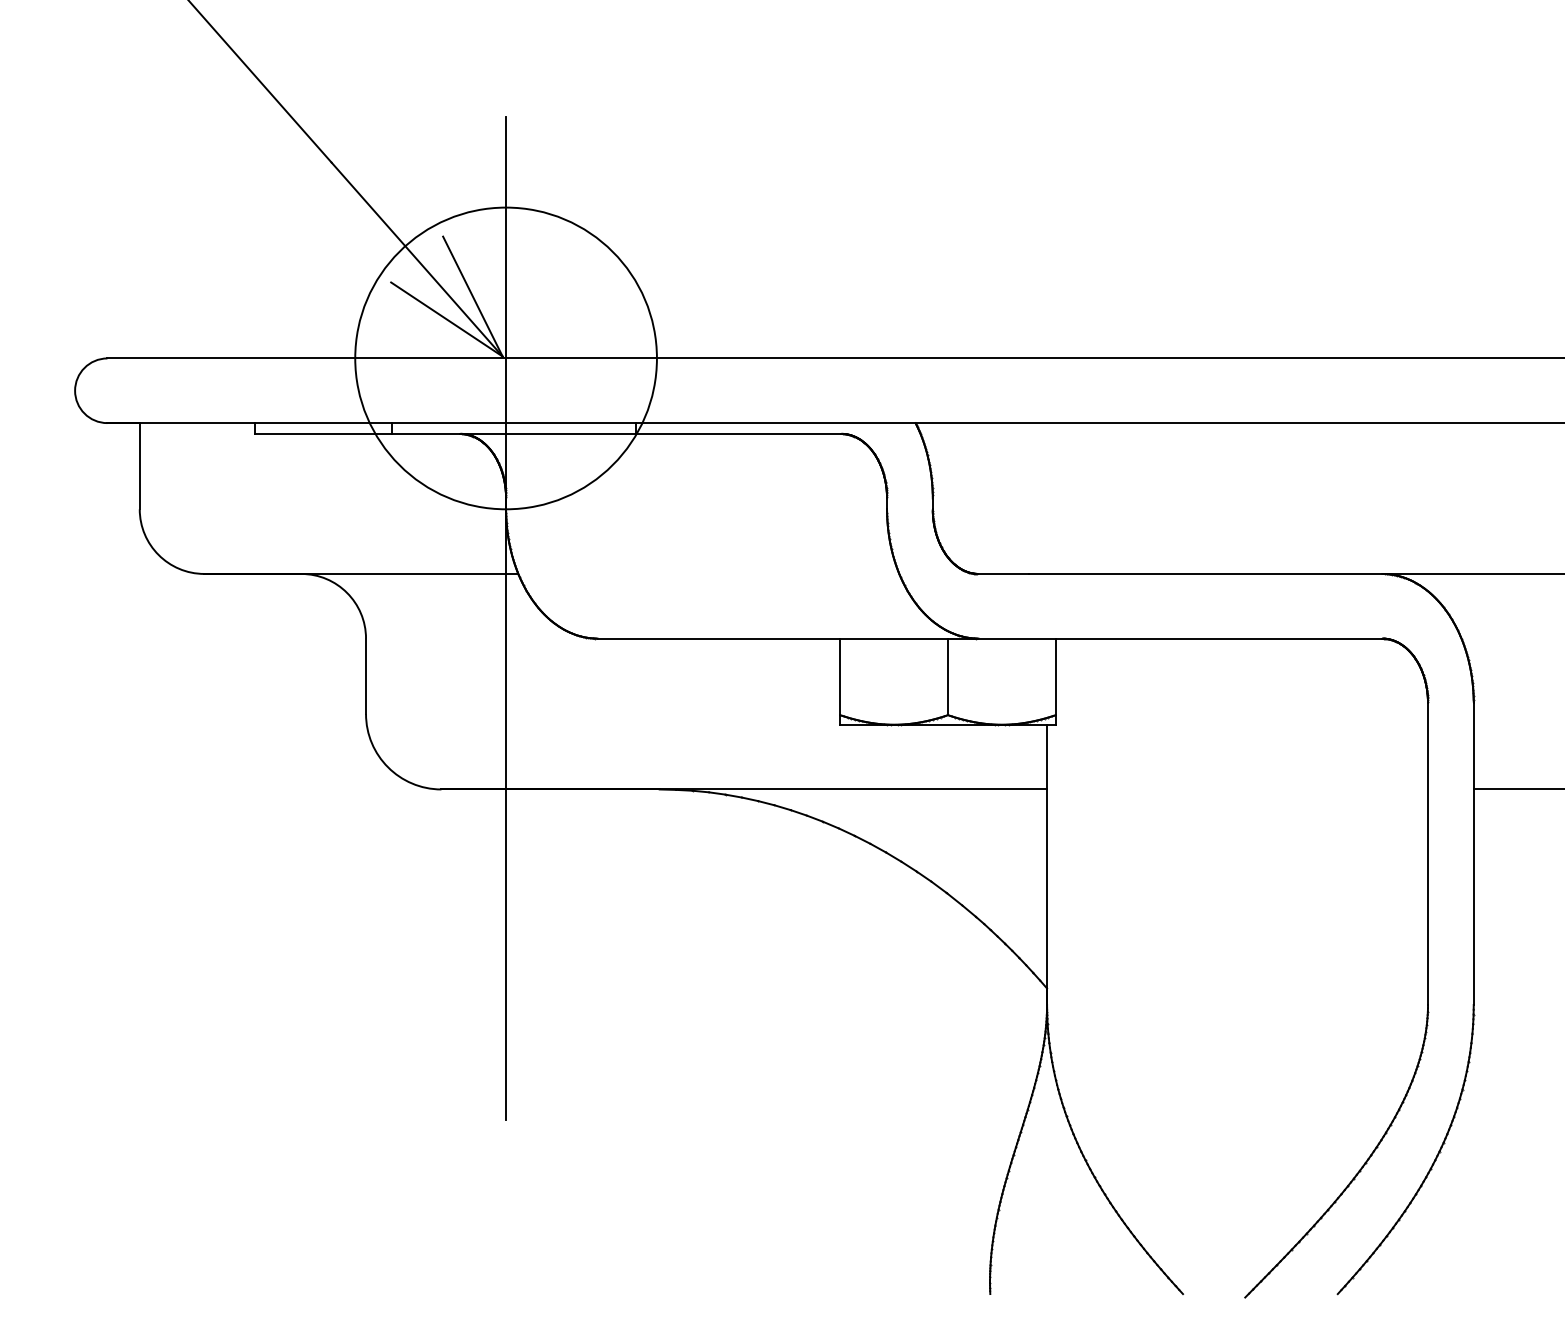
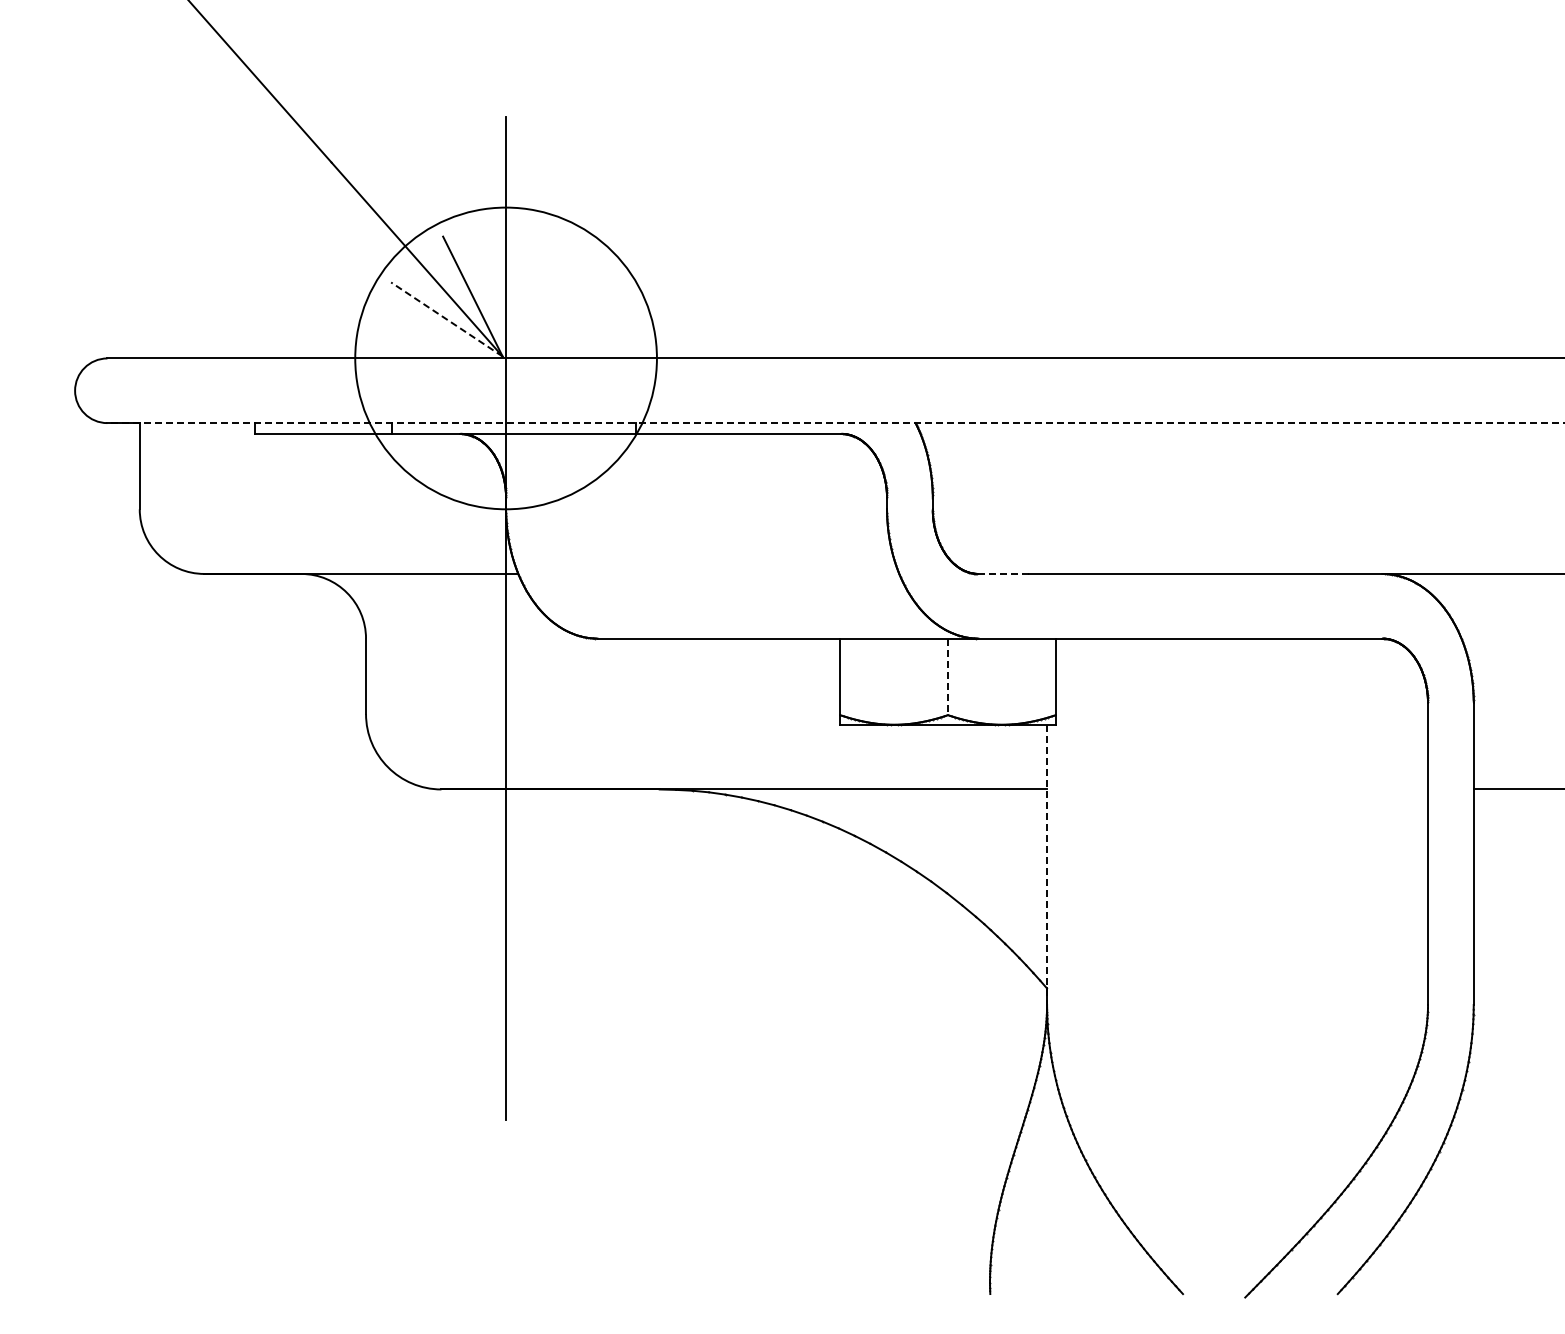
line at (446, 319): solid -> dashed
line at (835, 423): solid -> dashed
line at (1003, 573): solid -> dashed
line at (948, 677): solid -> dashed
line at (1047, 865): solid -> dashed
